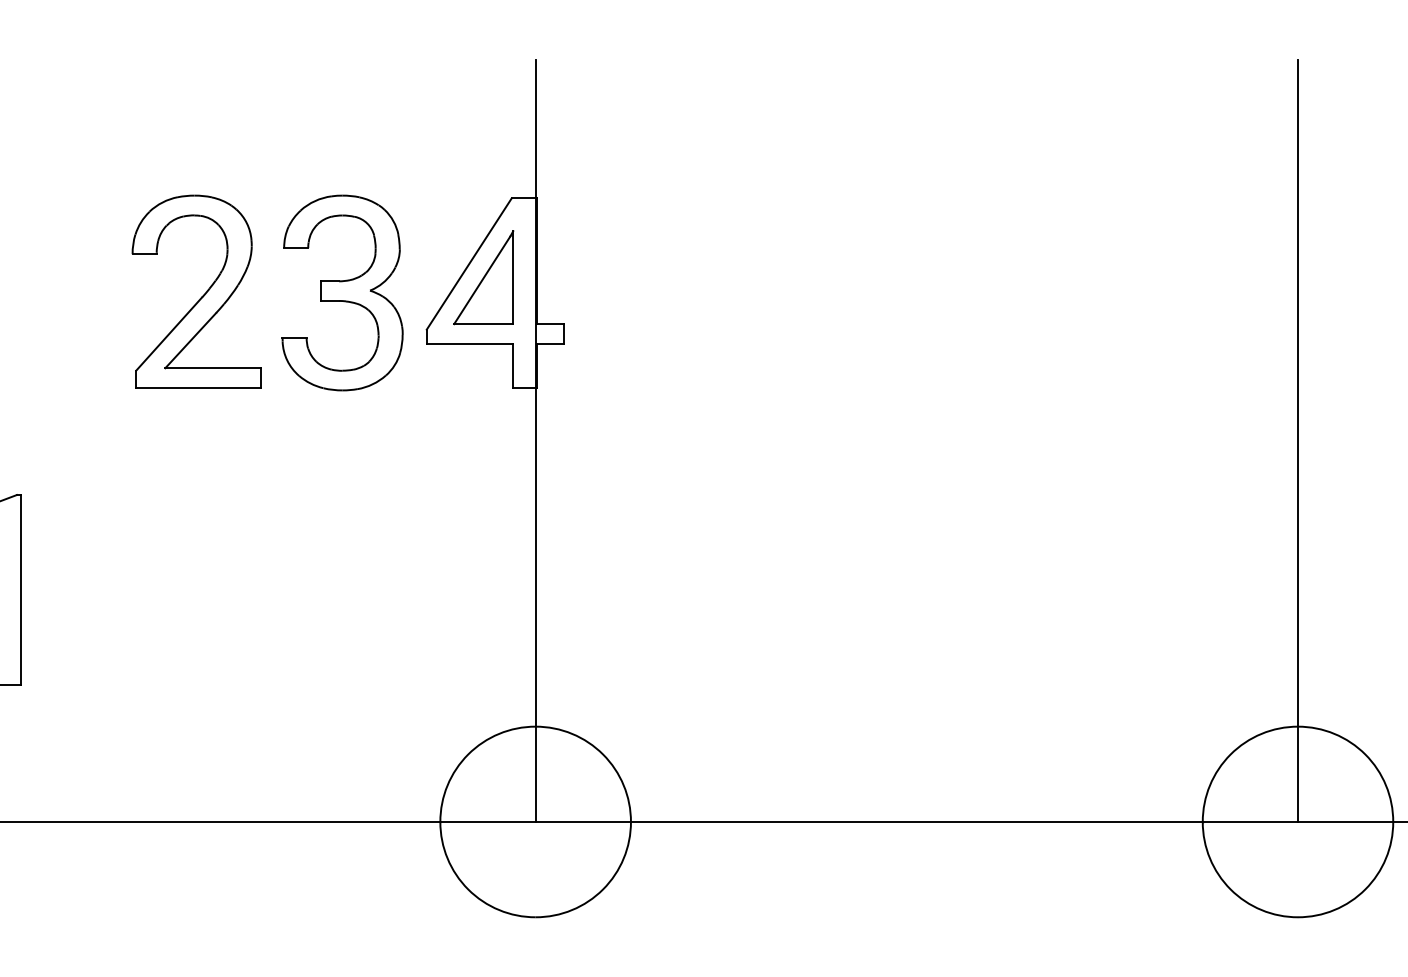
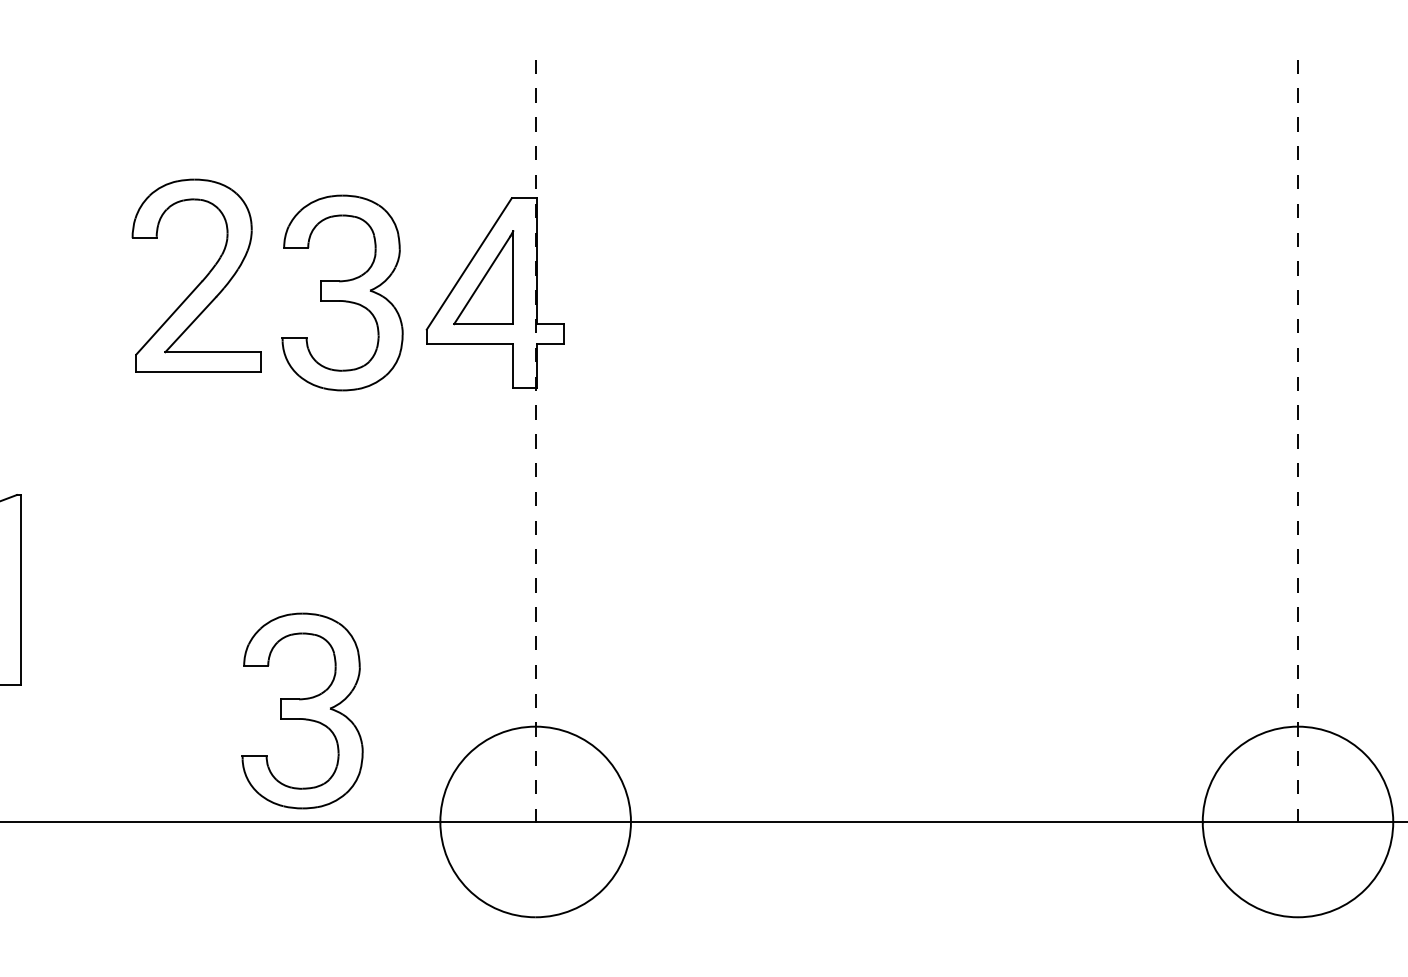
part at (201, 296) position: (201, 296) -> (201, 280)
line at (535, 441): solid -> dashed
line at (1298, 441): solid -> dashed
part at (302, 710): none -> present
